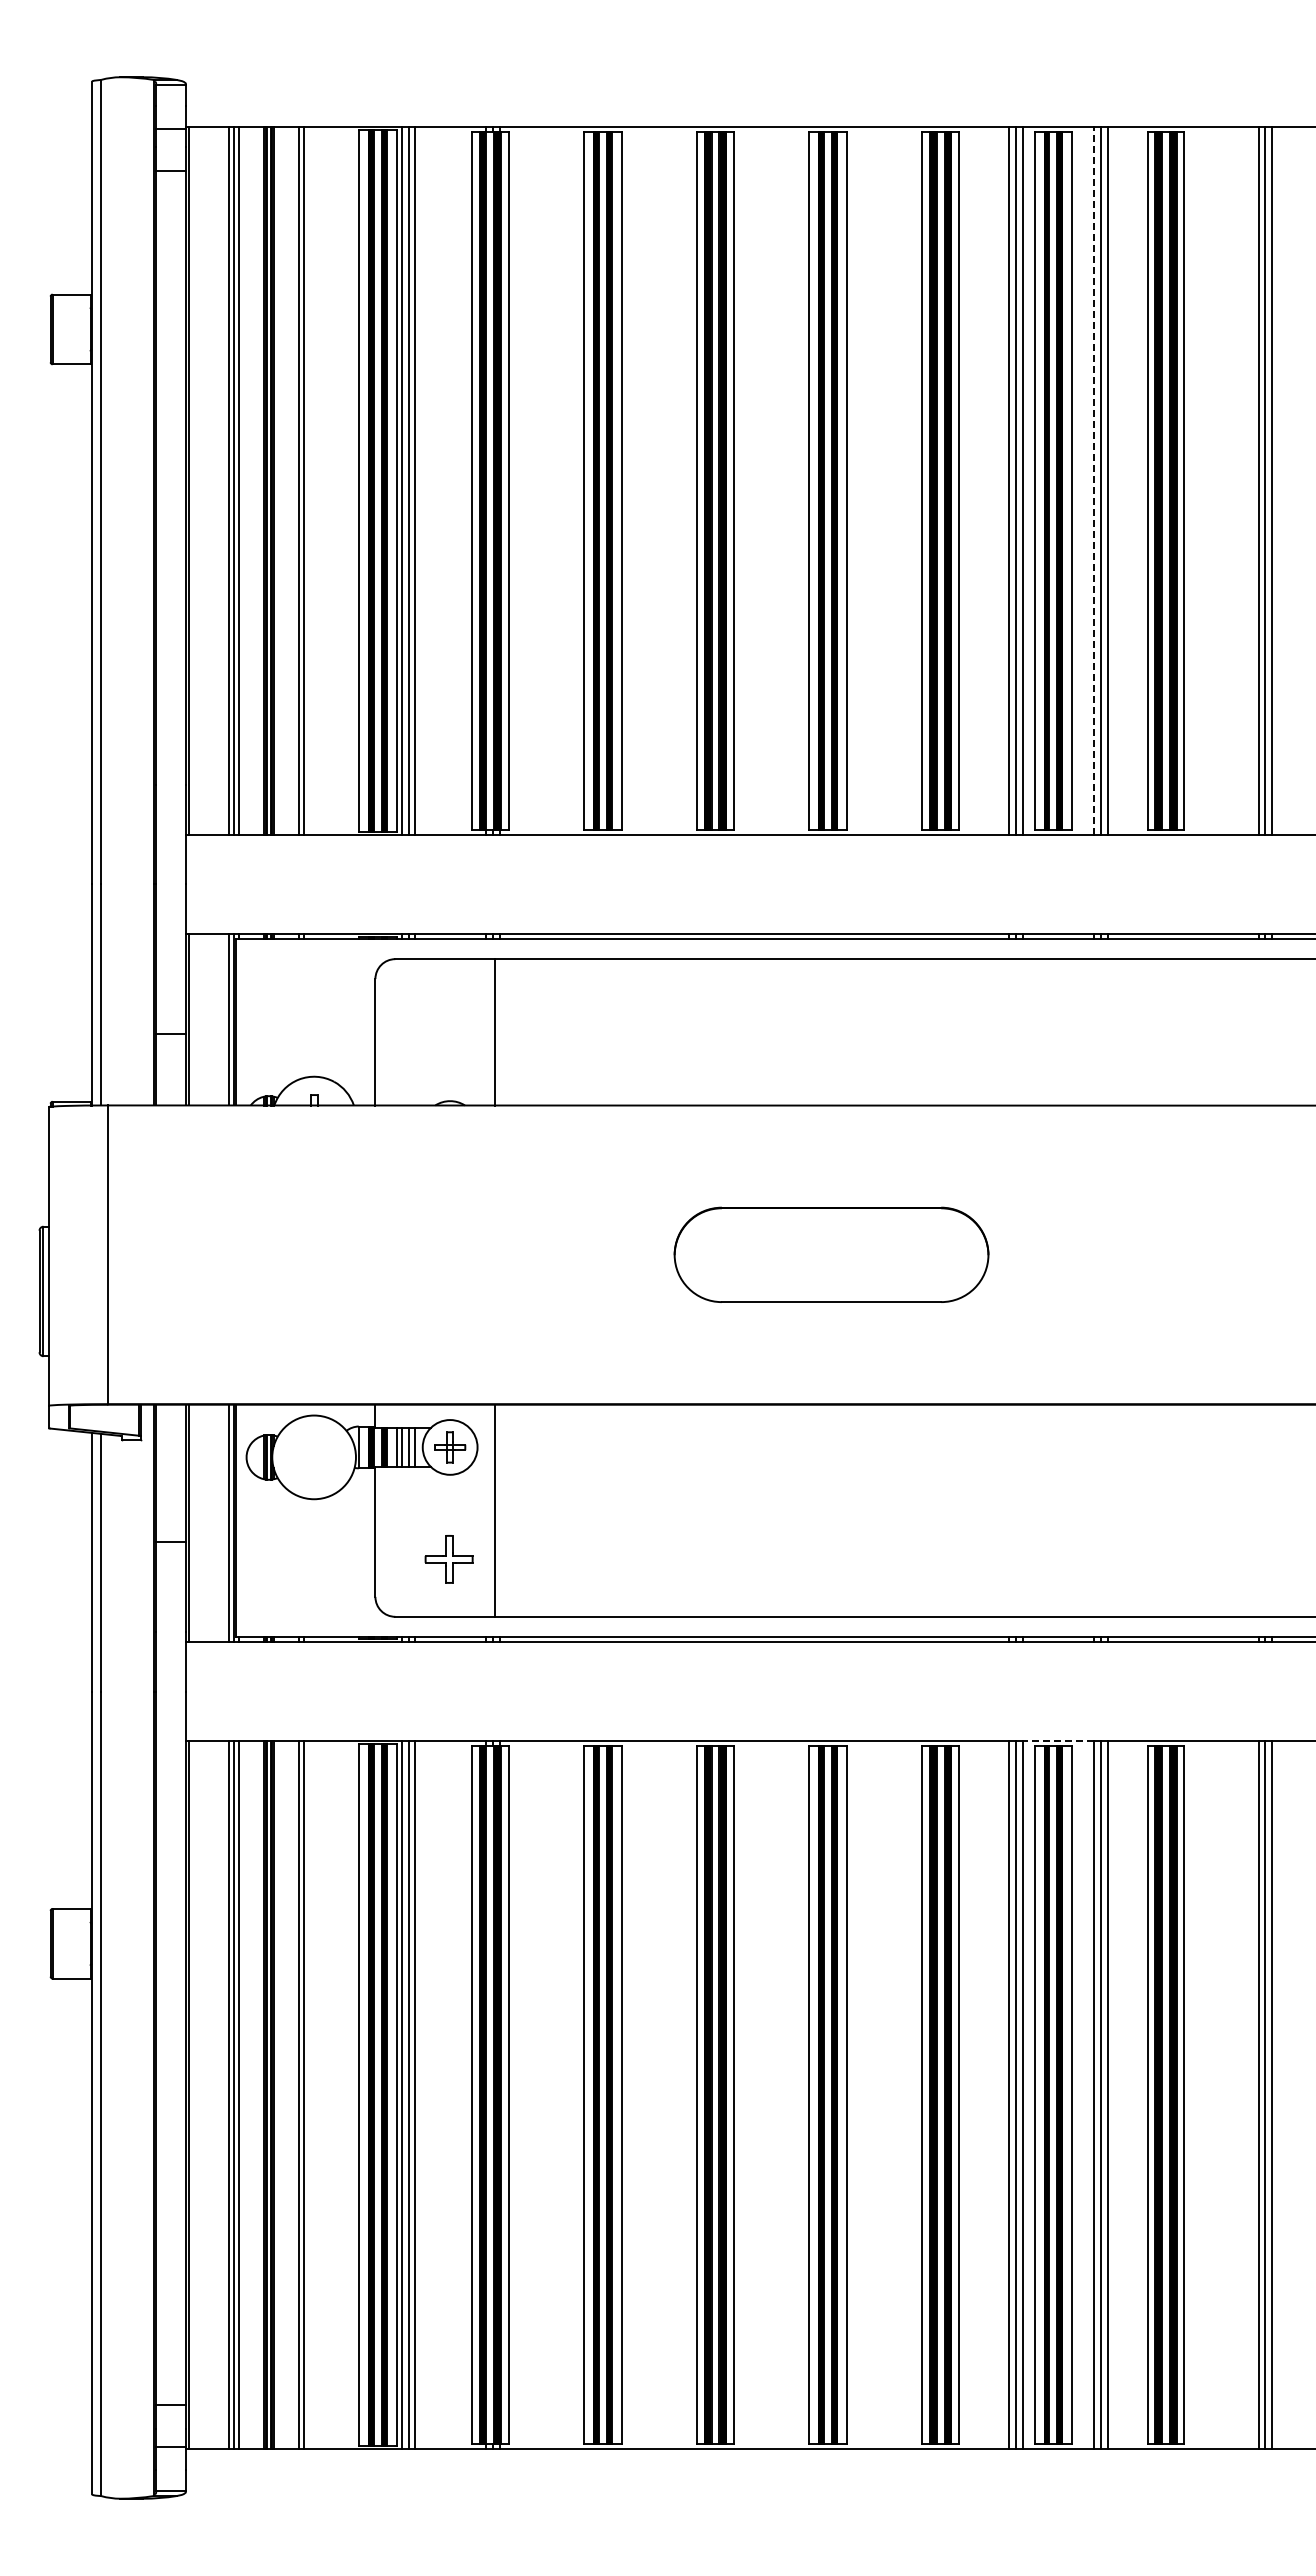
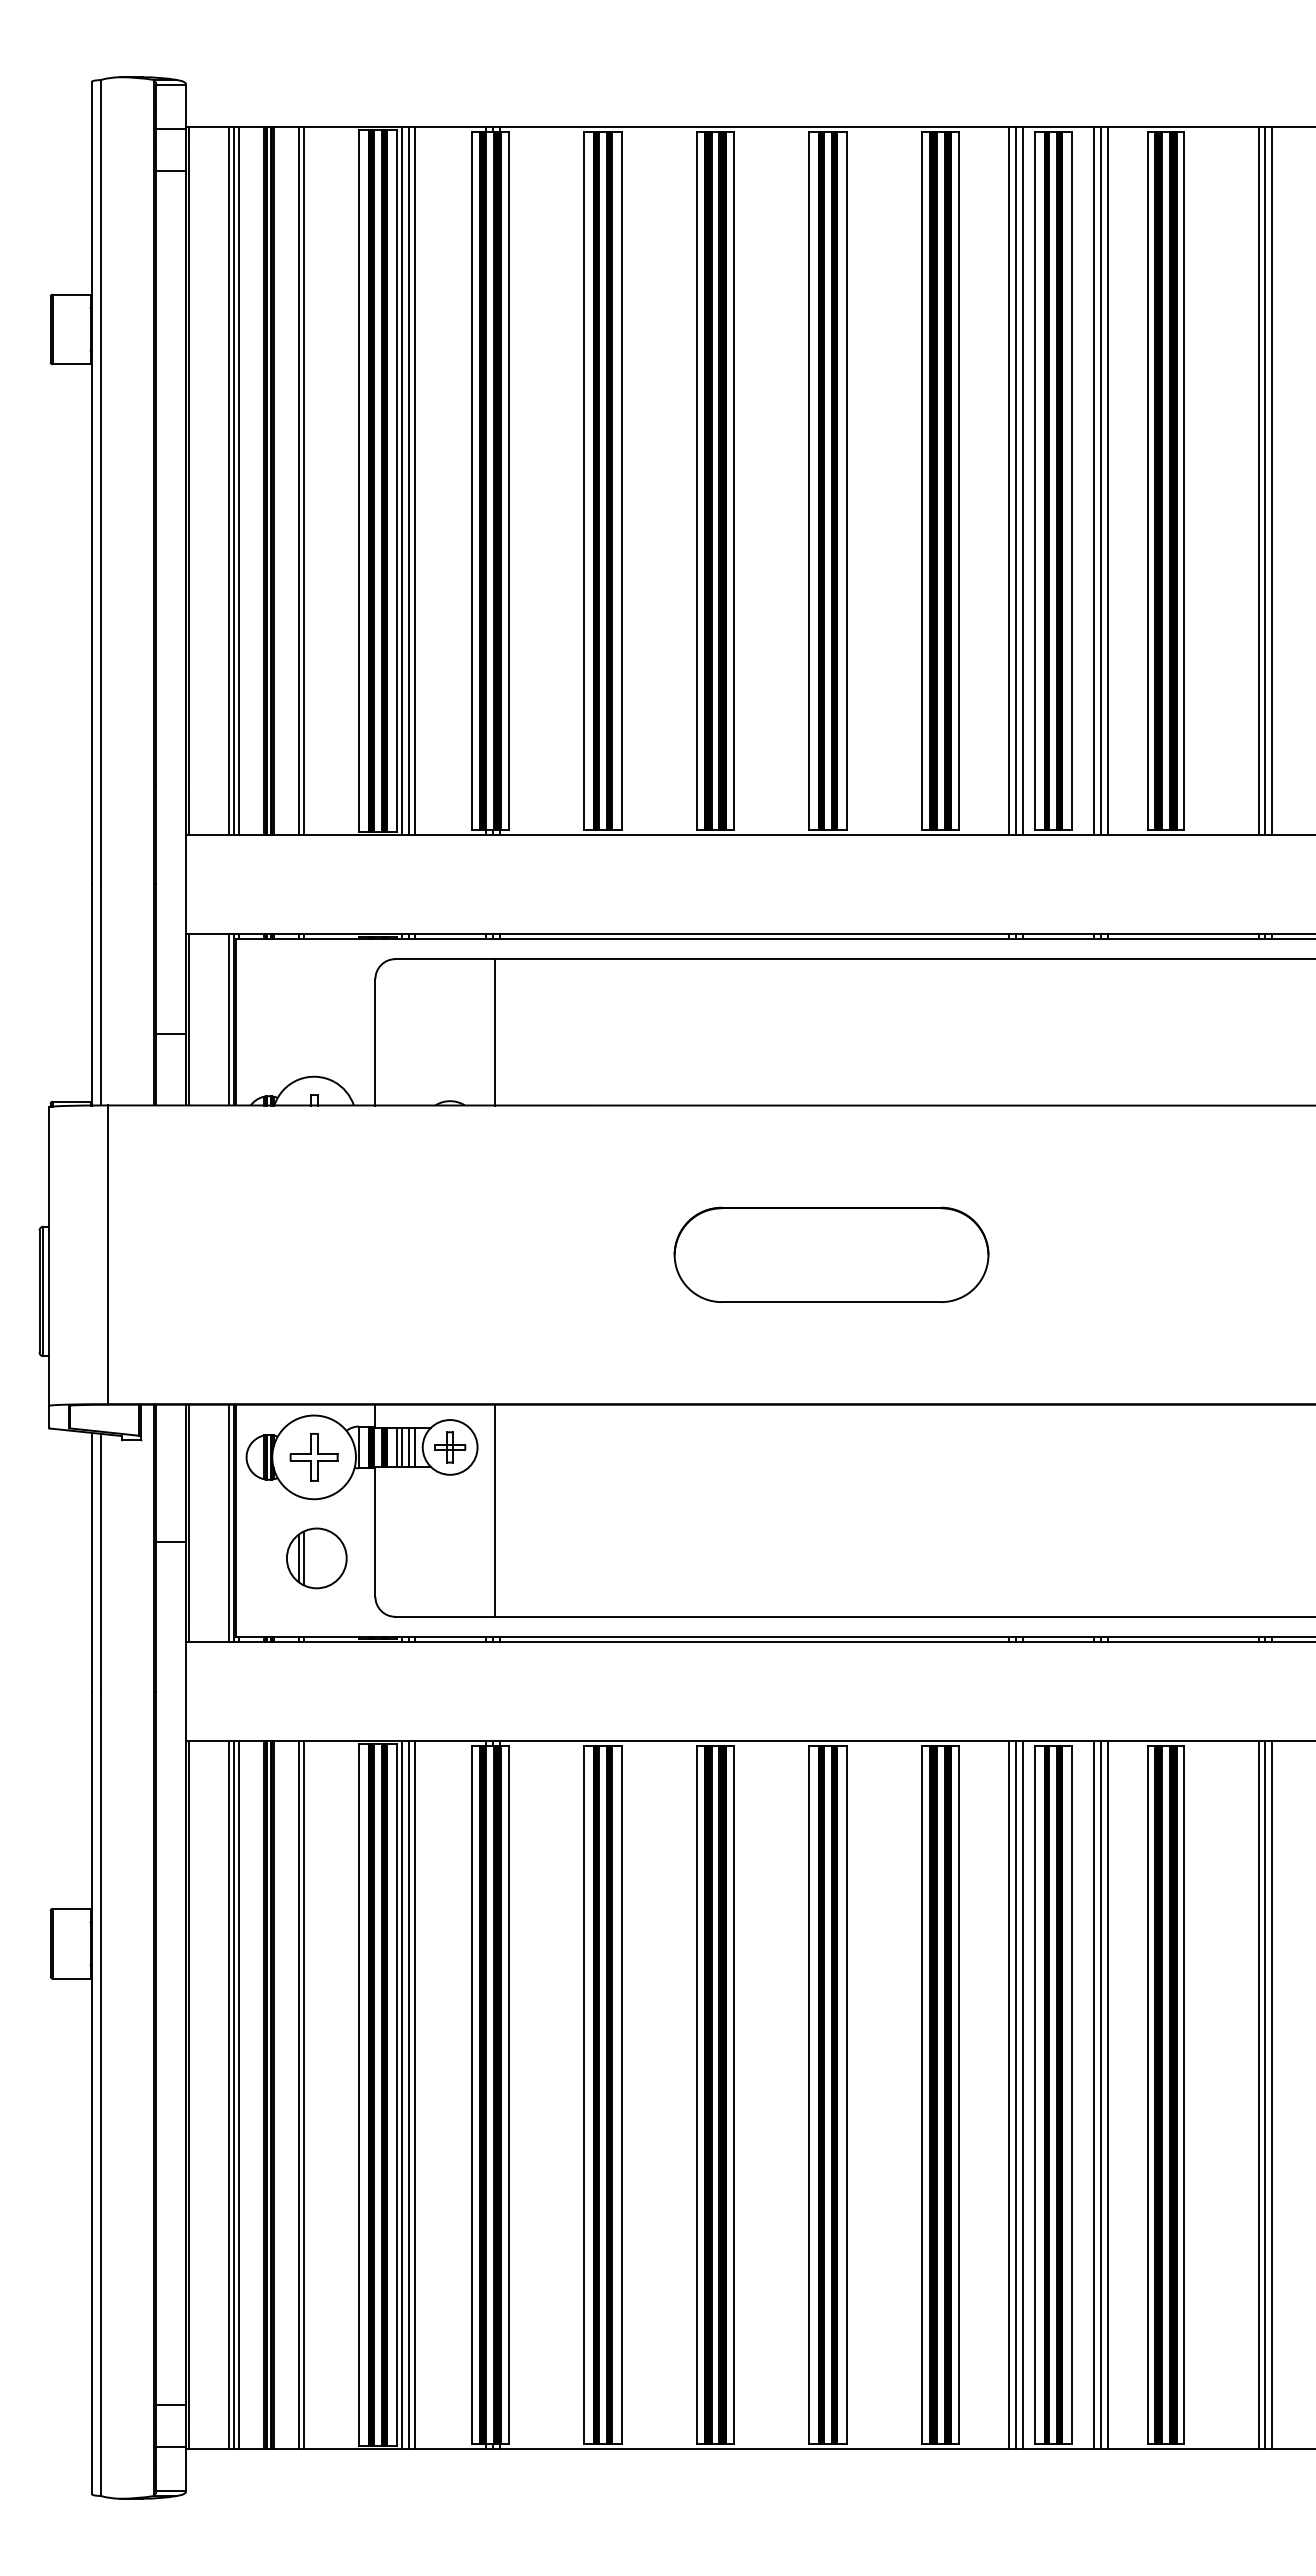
line at (1094, 480): dashed -> solid
part at (316, 1558): none -> present
part at (448, 1559) position: (448, 1559) -> (313, 1457)
line at (1058, 1741): dashed -> solid
